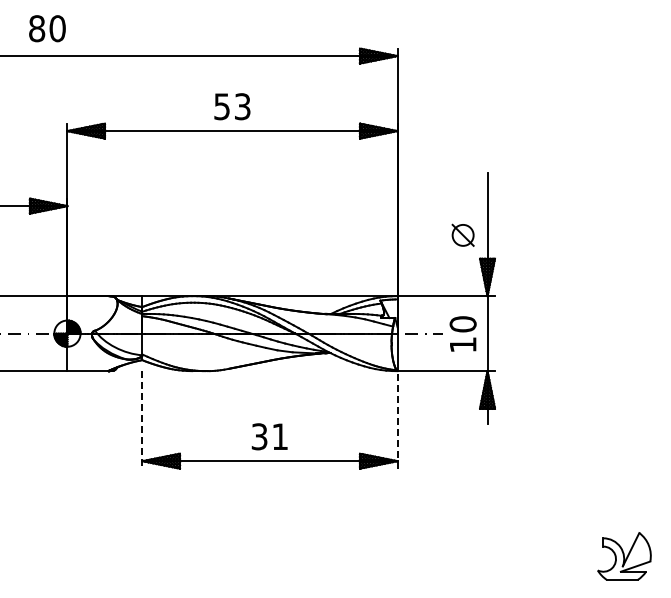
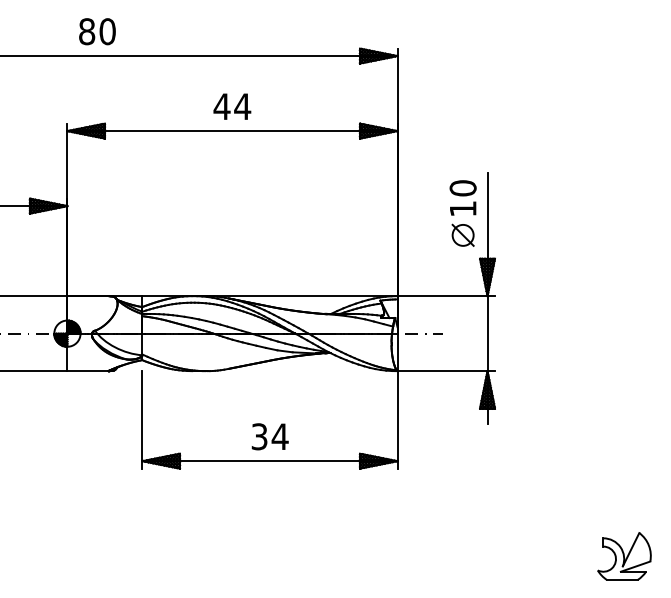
text at (47, 28) position: (47, 28) -> (97, 31)
text at (232, 106): 53 -> 44
text at (462, 333) position: (462, 333) -> (462, 197)
line at (142, 419): dashed -> solid
line at (397, 419): dashed -> solid
text at (279, 436): 31 -> 34
